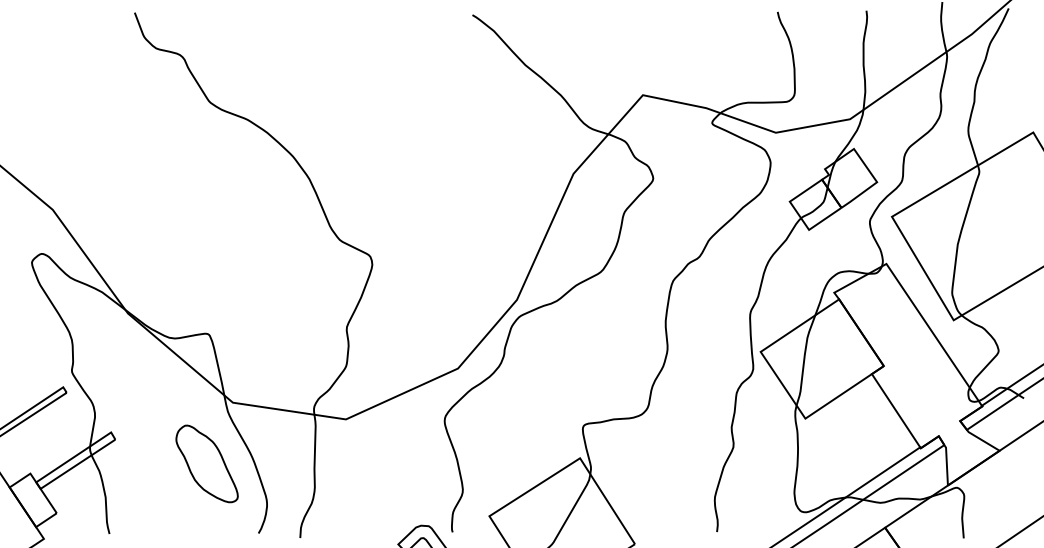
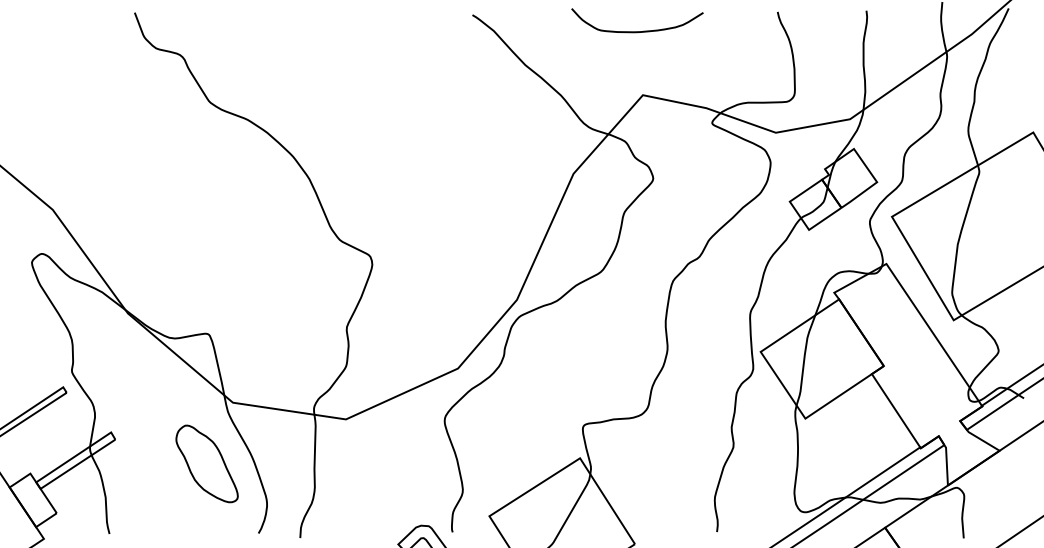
curve at (637, 31): none -> present
